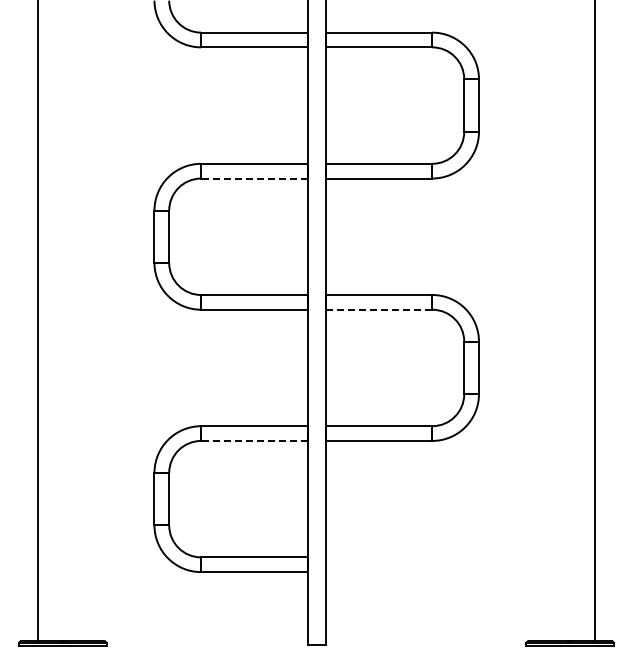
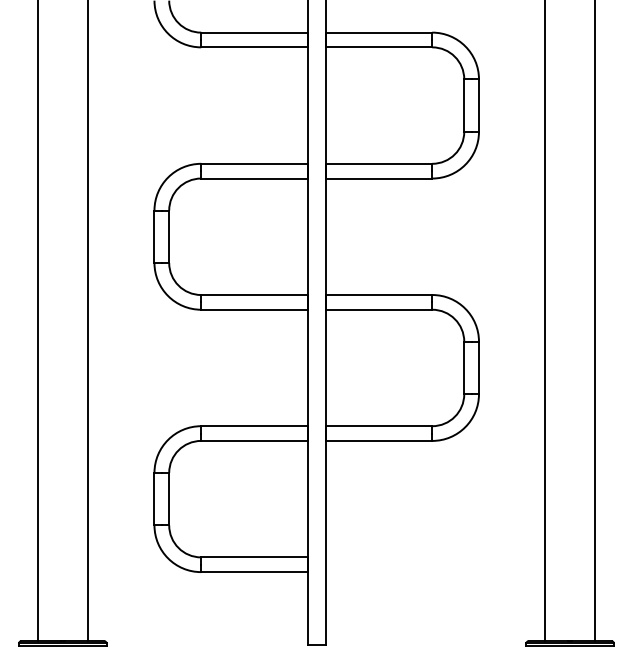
line at (253, 178): dashed -> solid
line at (378, 309): dashed -> solid
line at (87, 321): none -> present
line at (545, 321): none -> present
line at (253, 440): dashed -> solid
